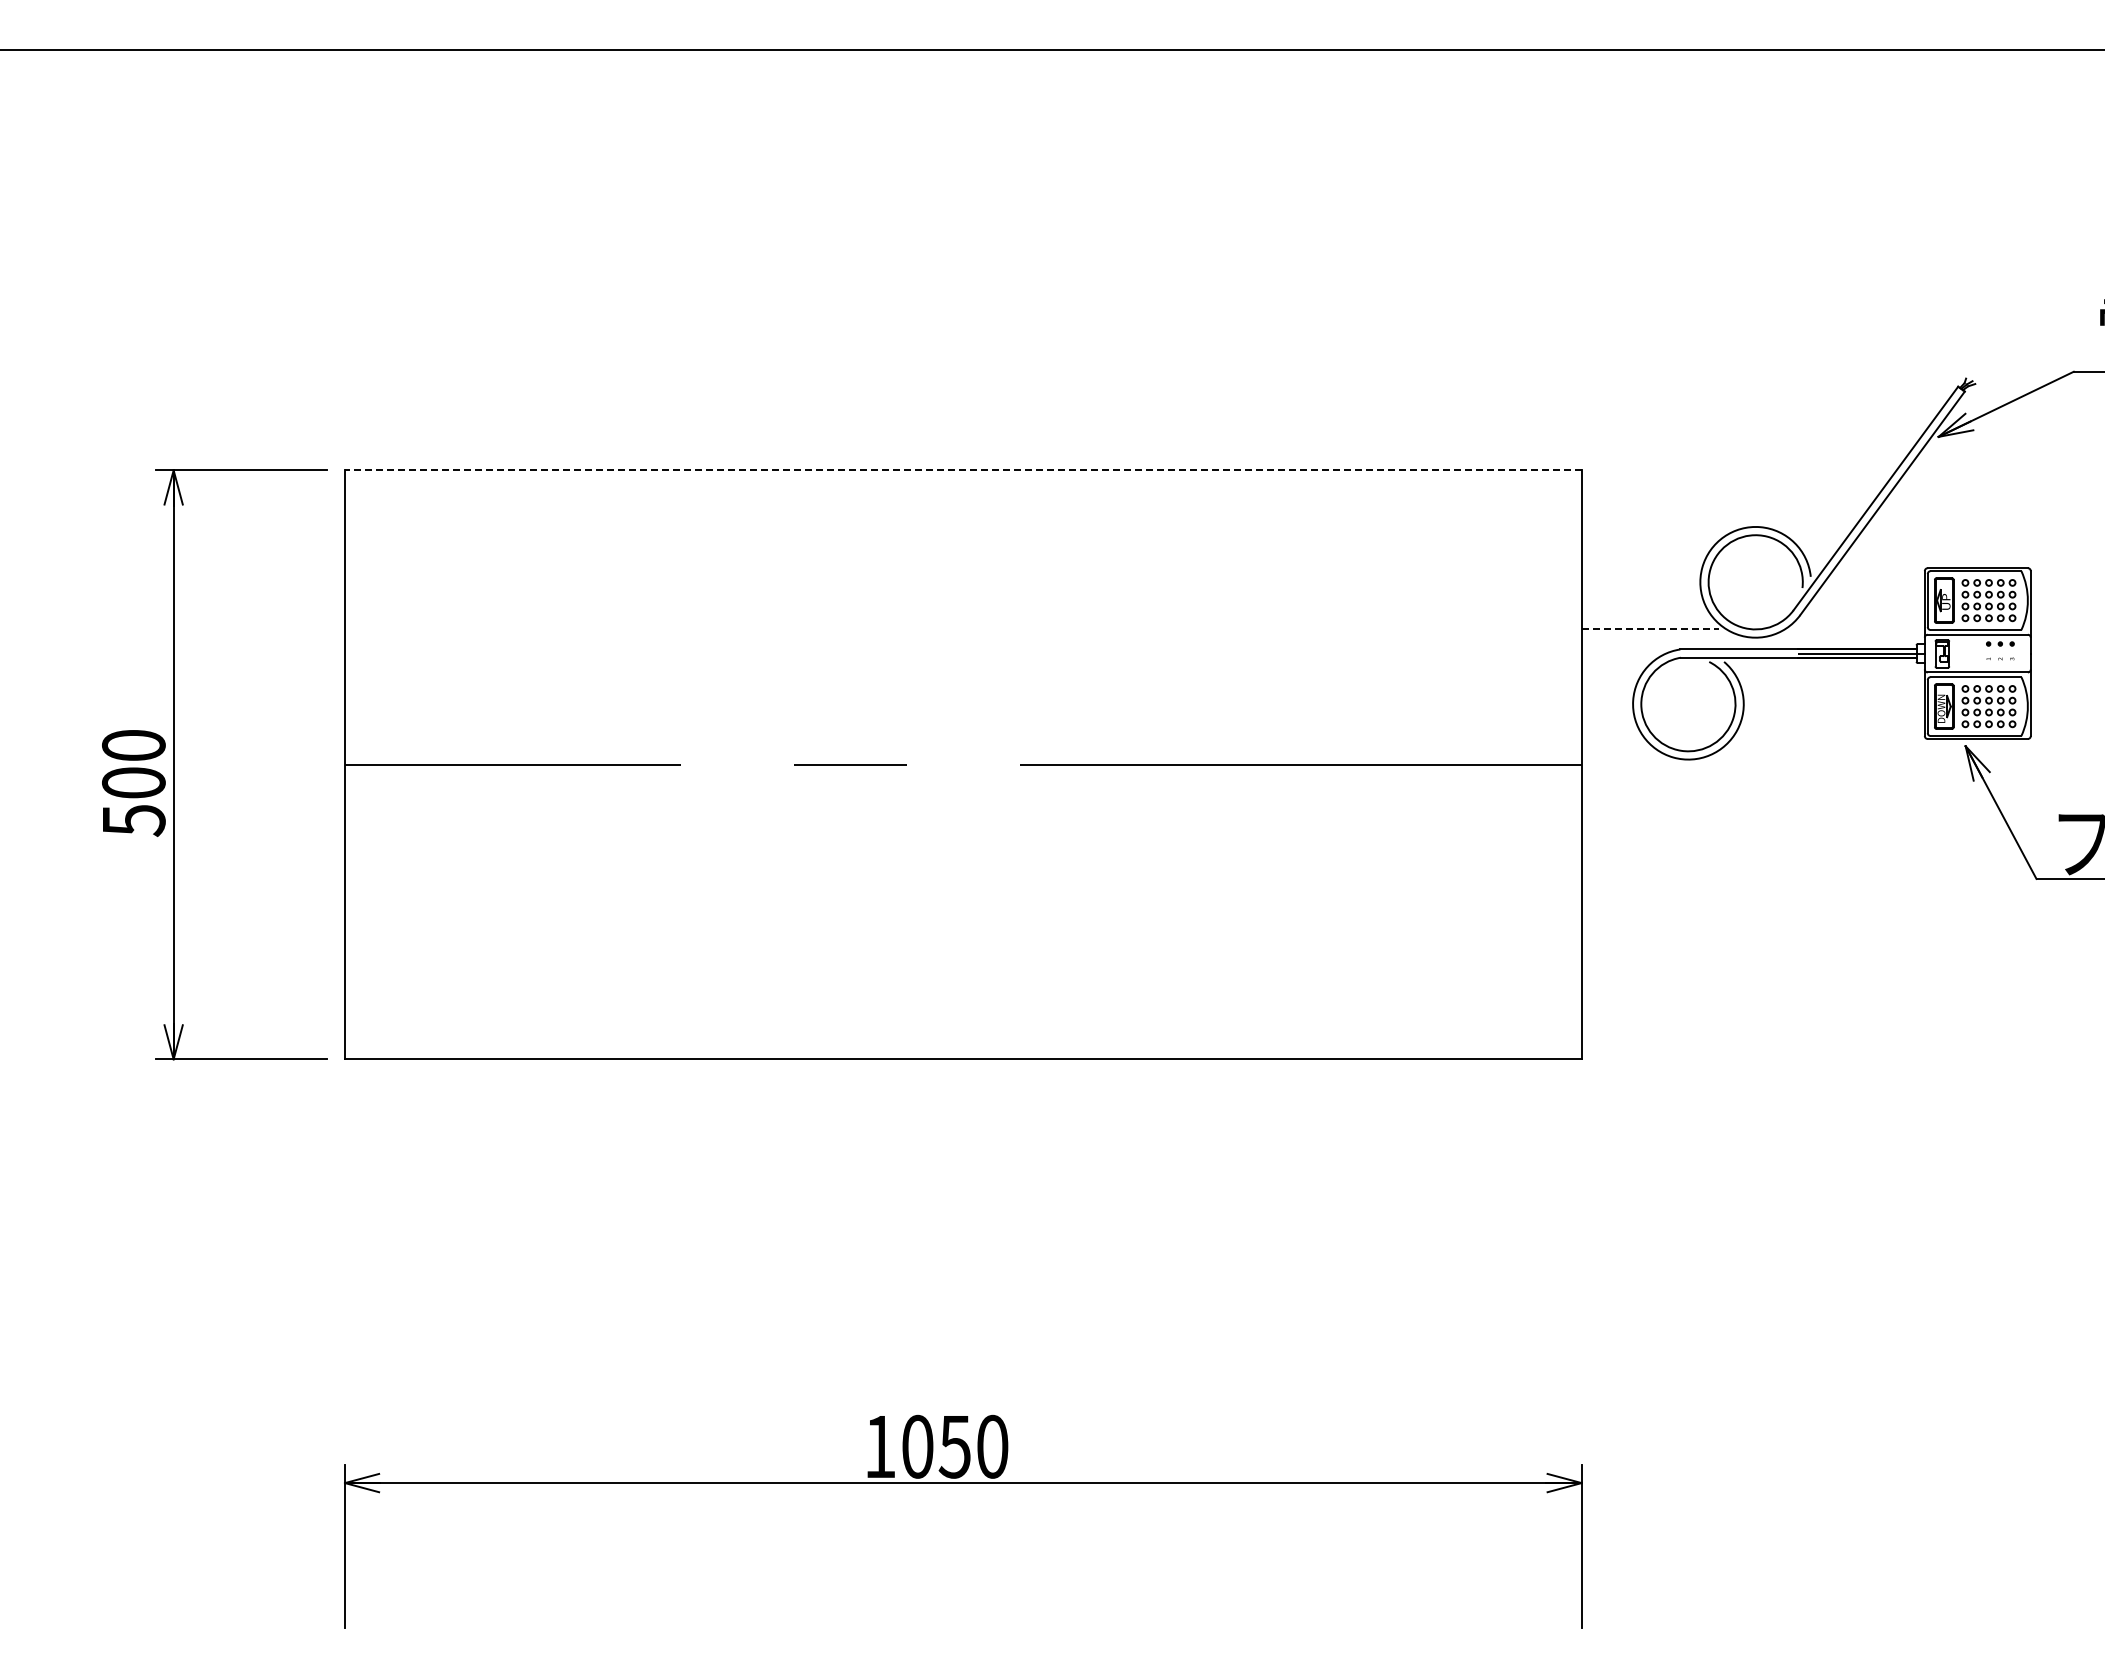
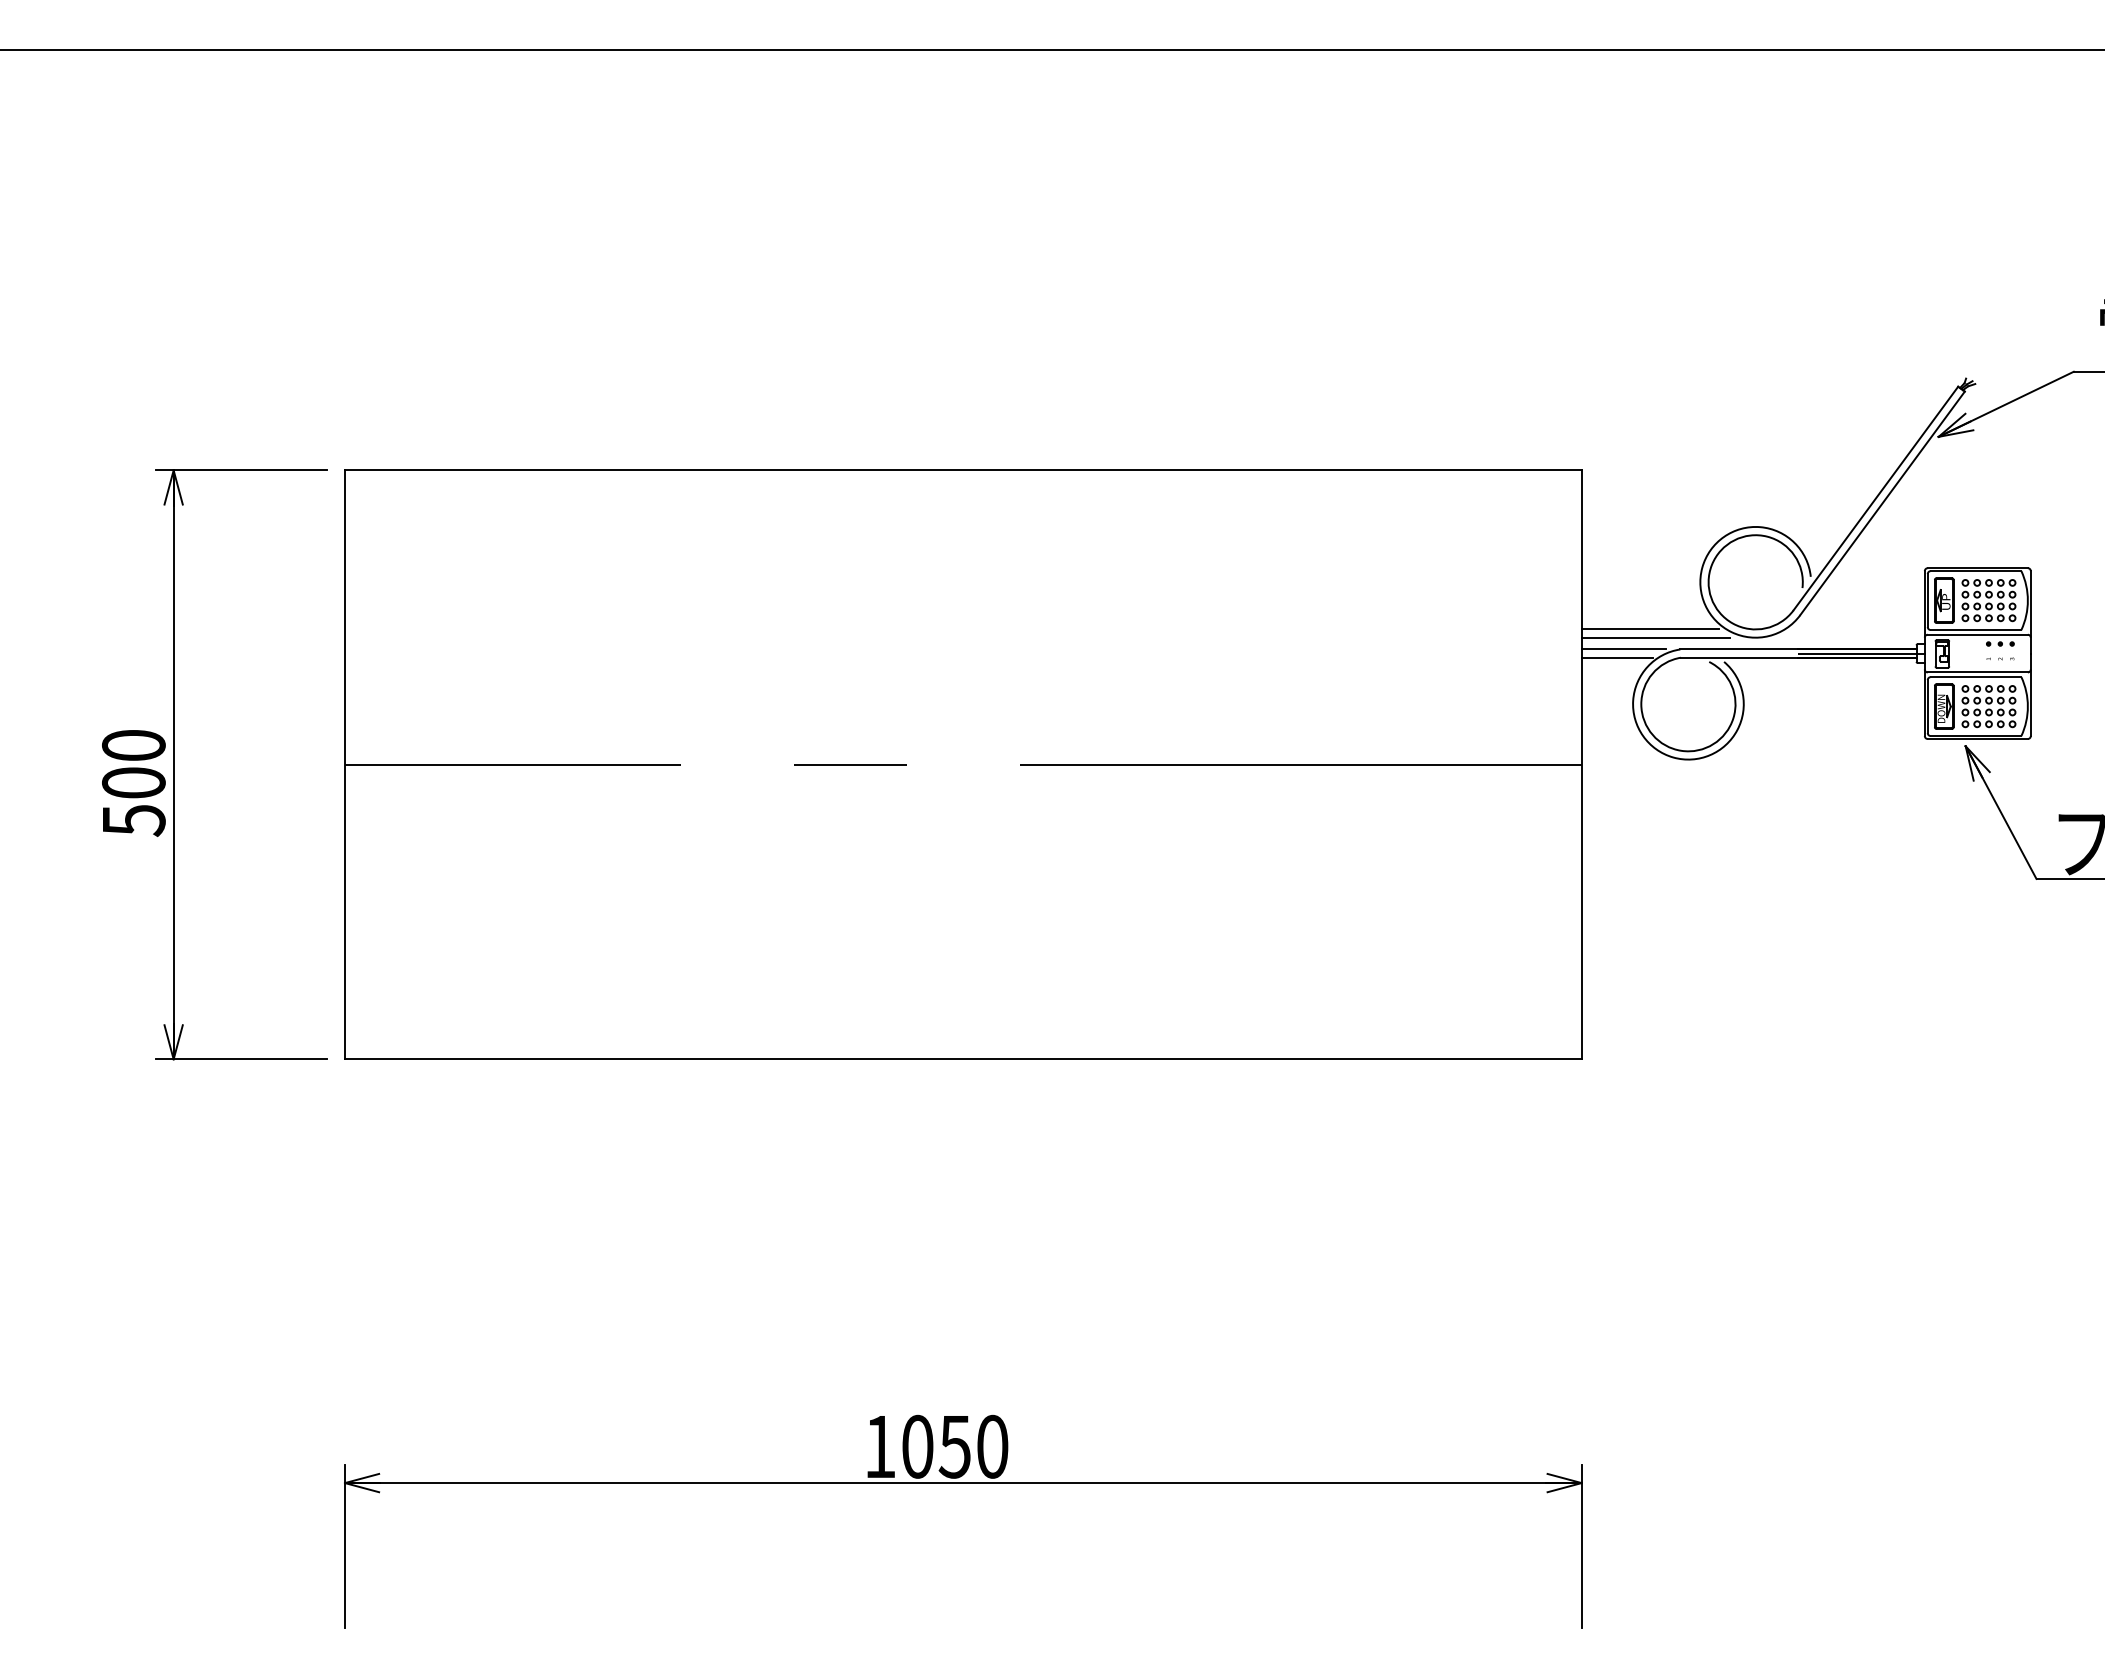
line at (962, 470): dashed -> solid
line at (1650, 629): dashed -> solid
line at (1655, 637): none -> present
line at (1623, 649): none -> present
line at (1617, 657): none -> present
